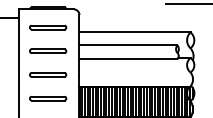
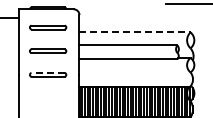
line at (135, 32): solid -> dashed
line at (48, 72): solid -> dashed
part at (48, 98): present -> none
